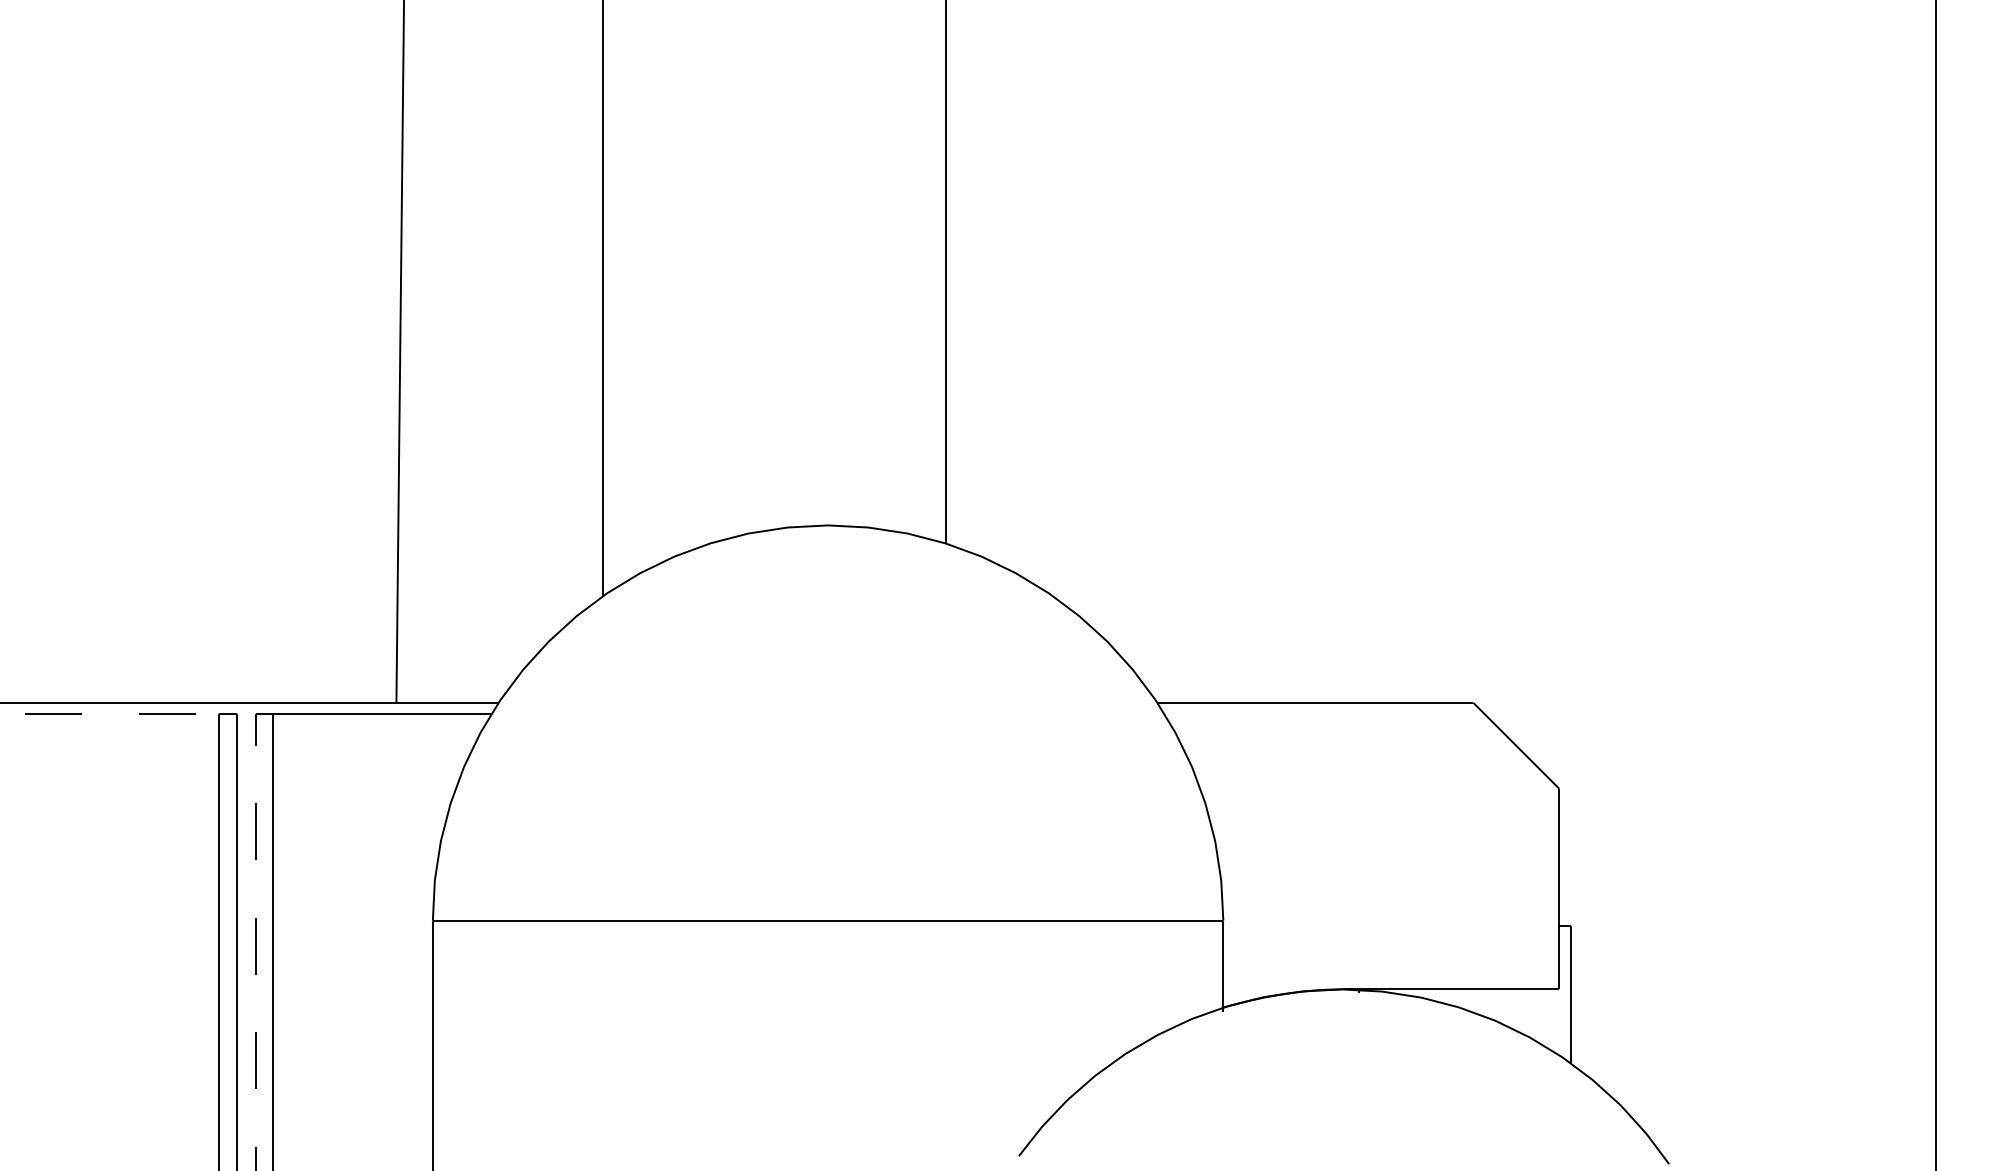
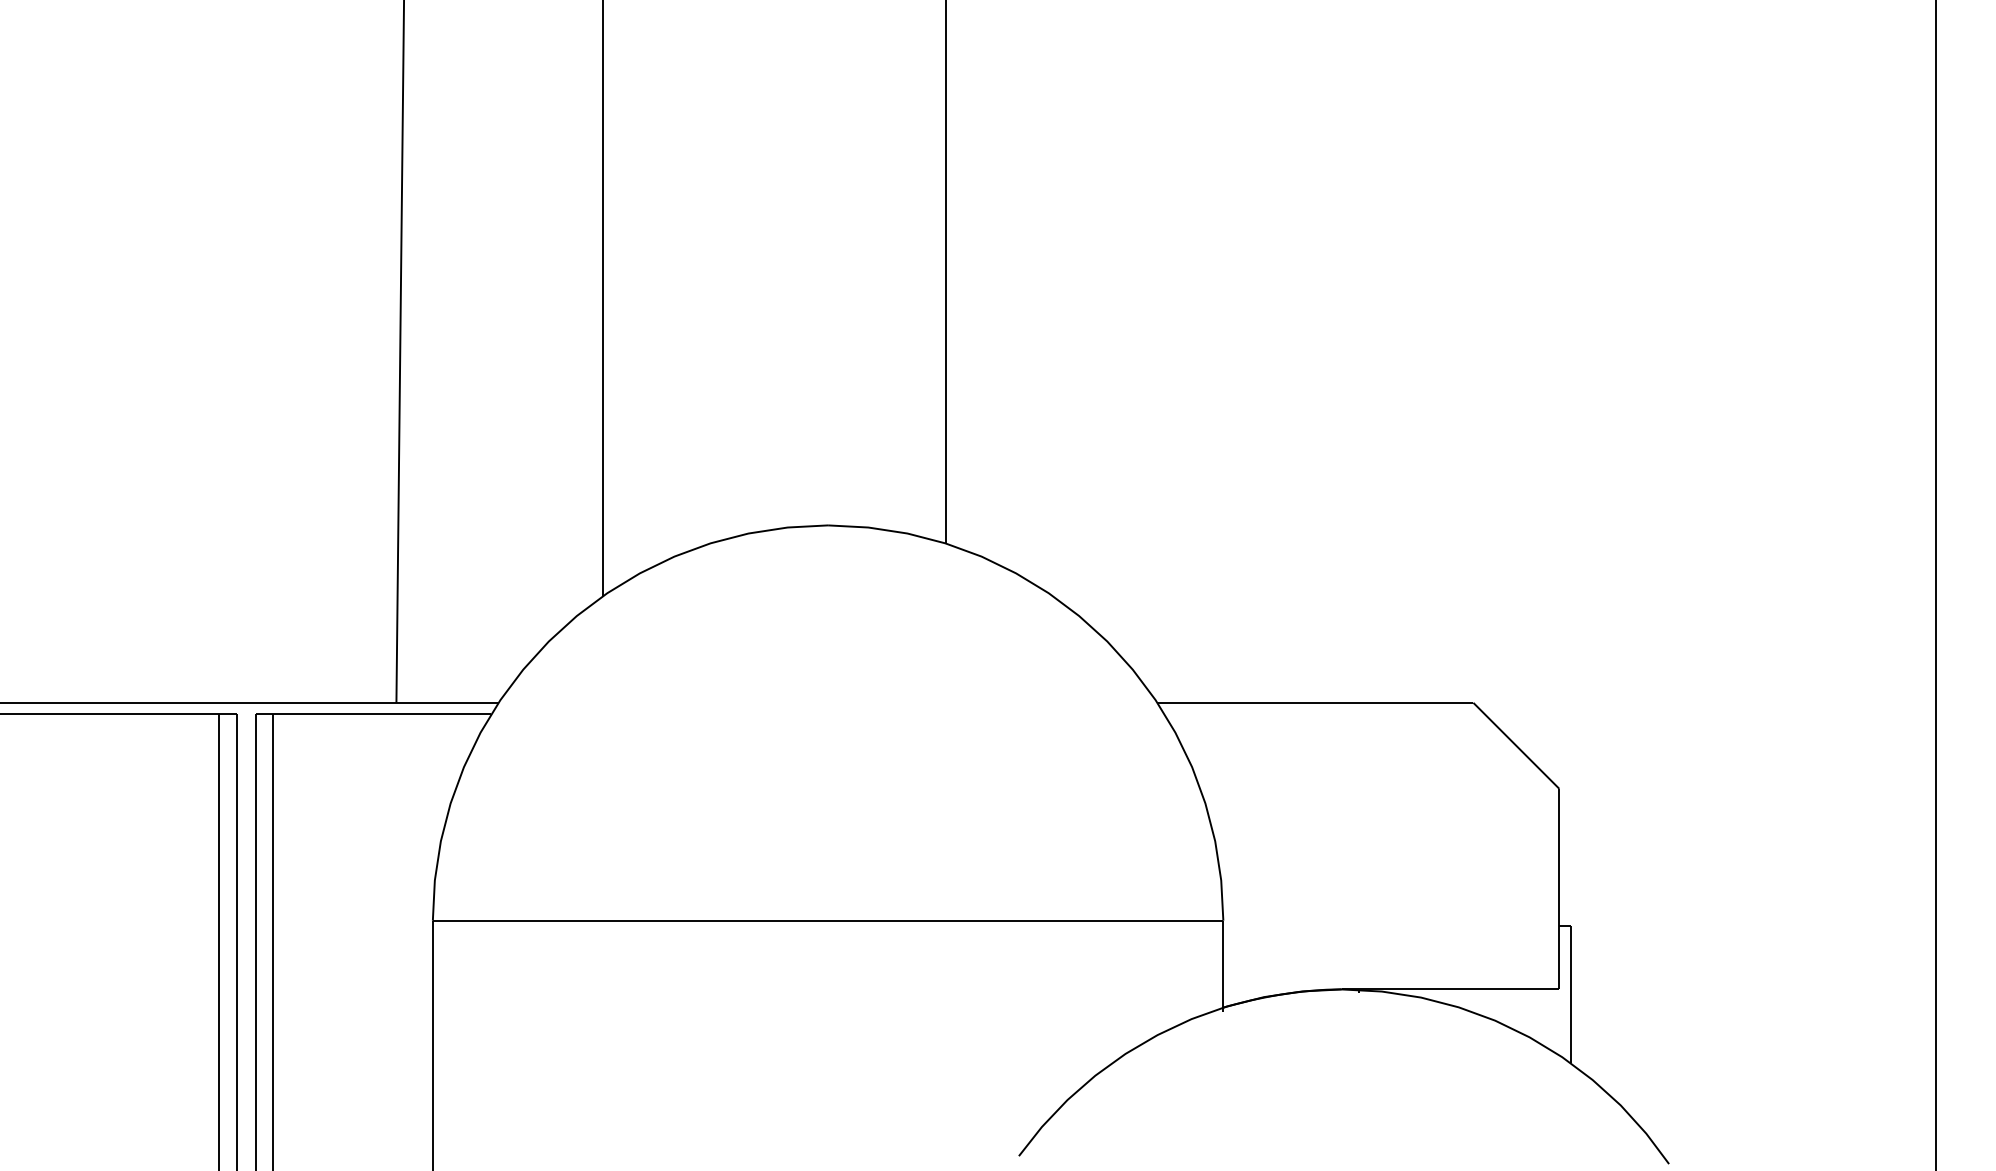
line at (110, 714): dashed -> solid
line at (256, 942): dashed -> solid
